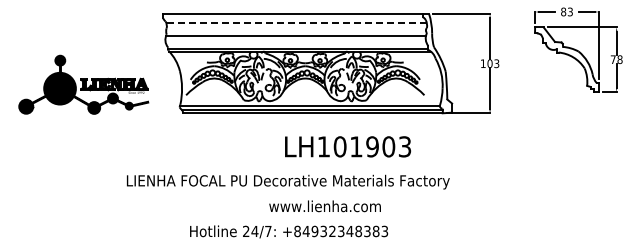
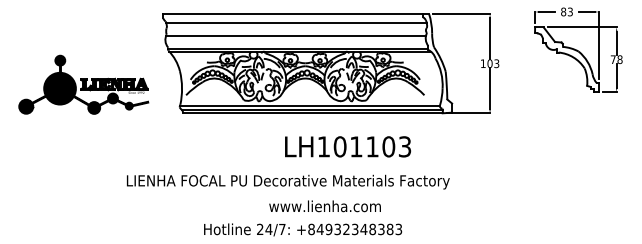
line at (296, 22): dashed -> solid
text at (372, 146): LH101903 -> LH101103
text at (289, 231) position: (289, 231) -> (303, 229)
